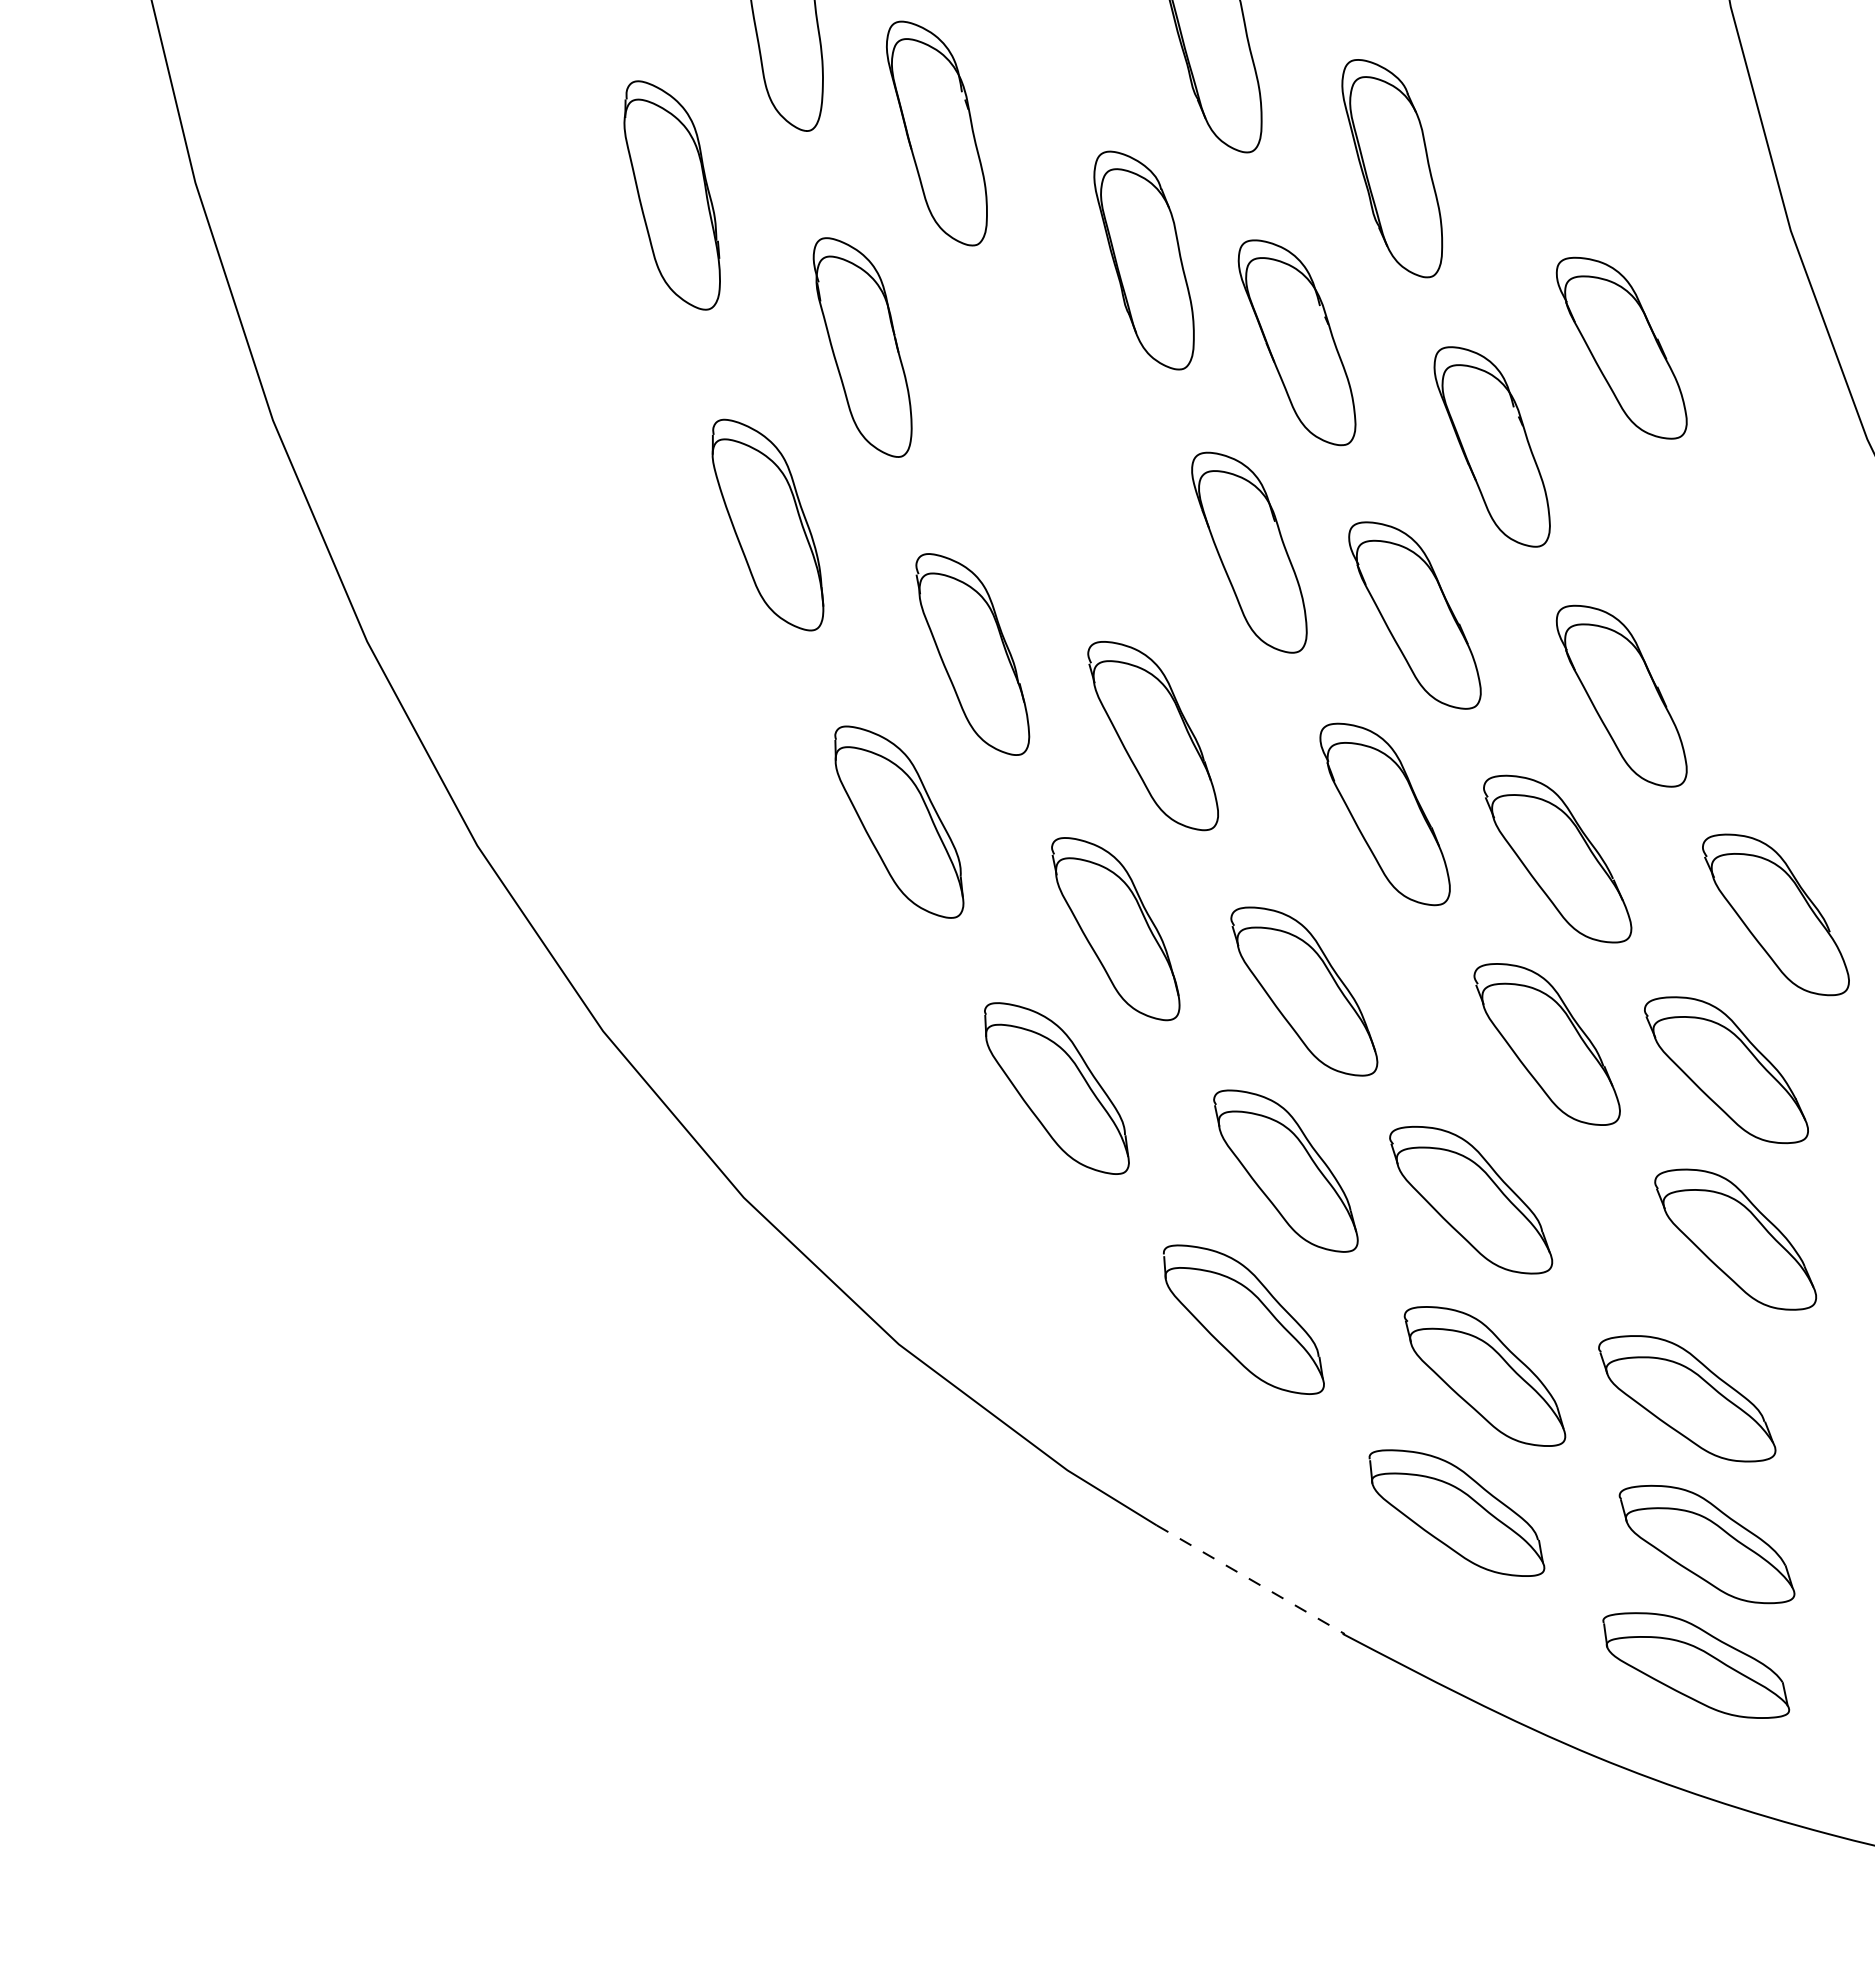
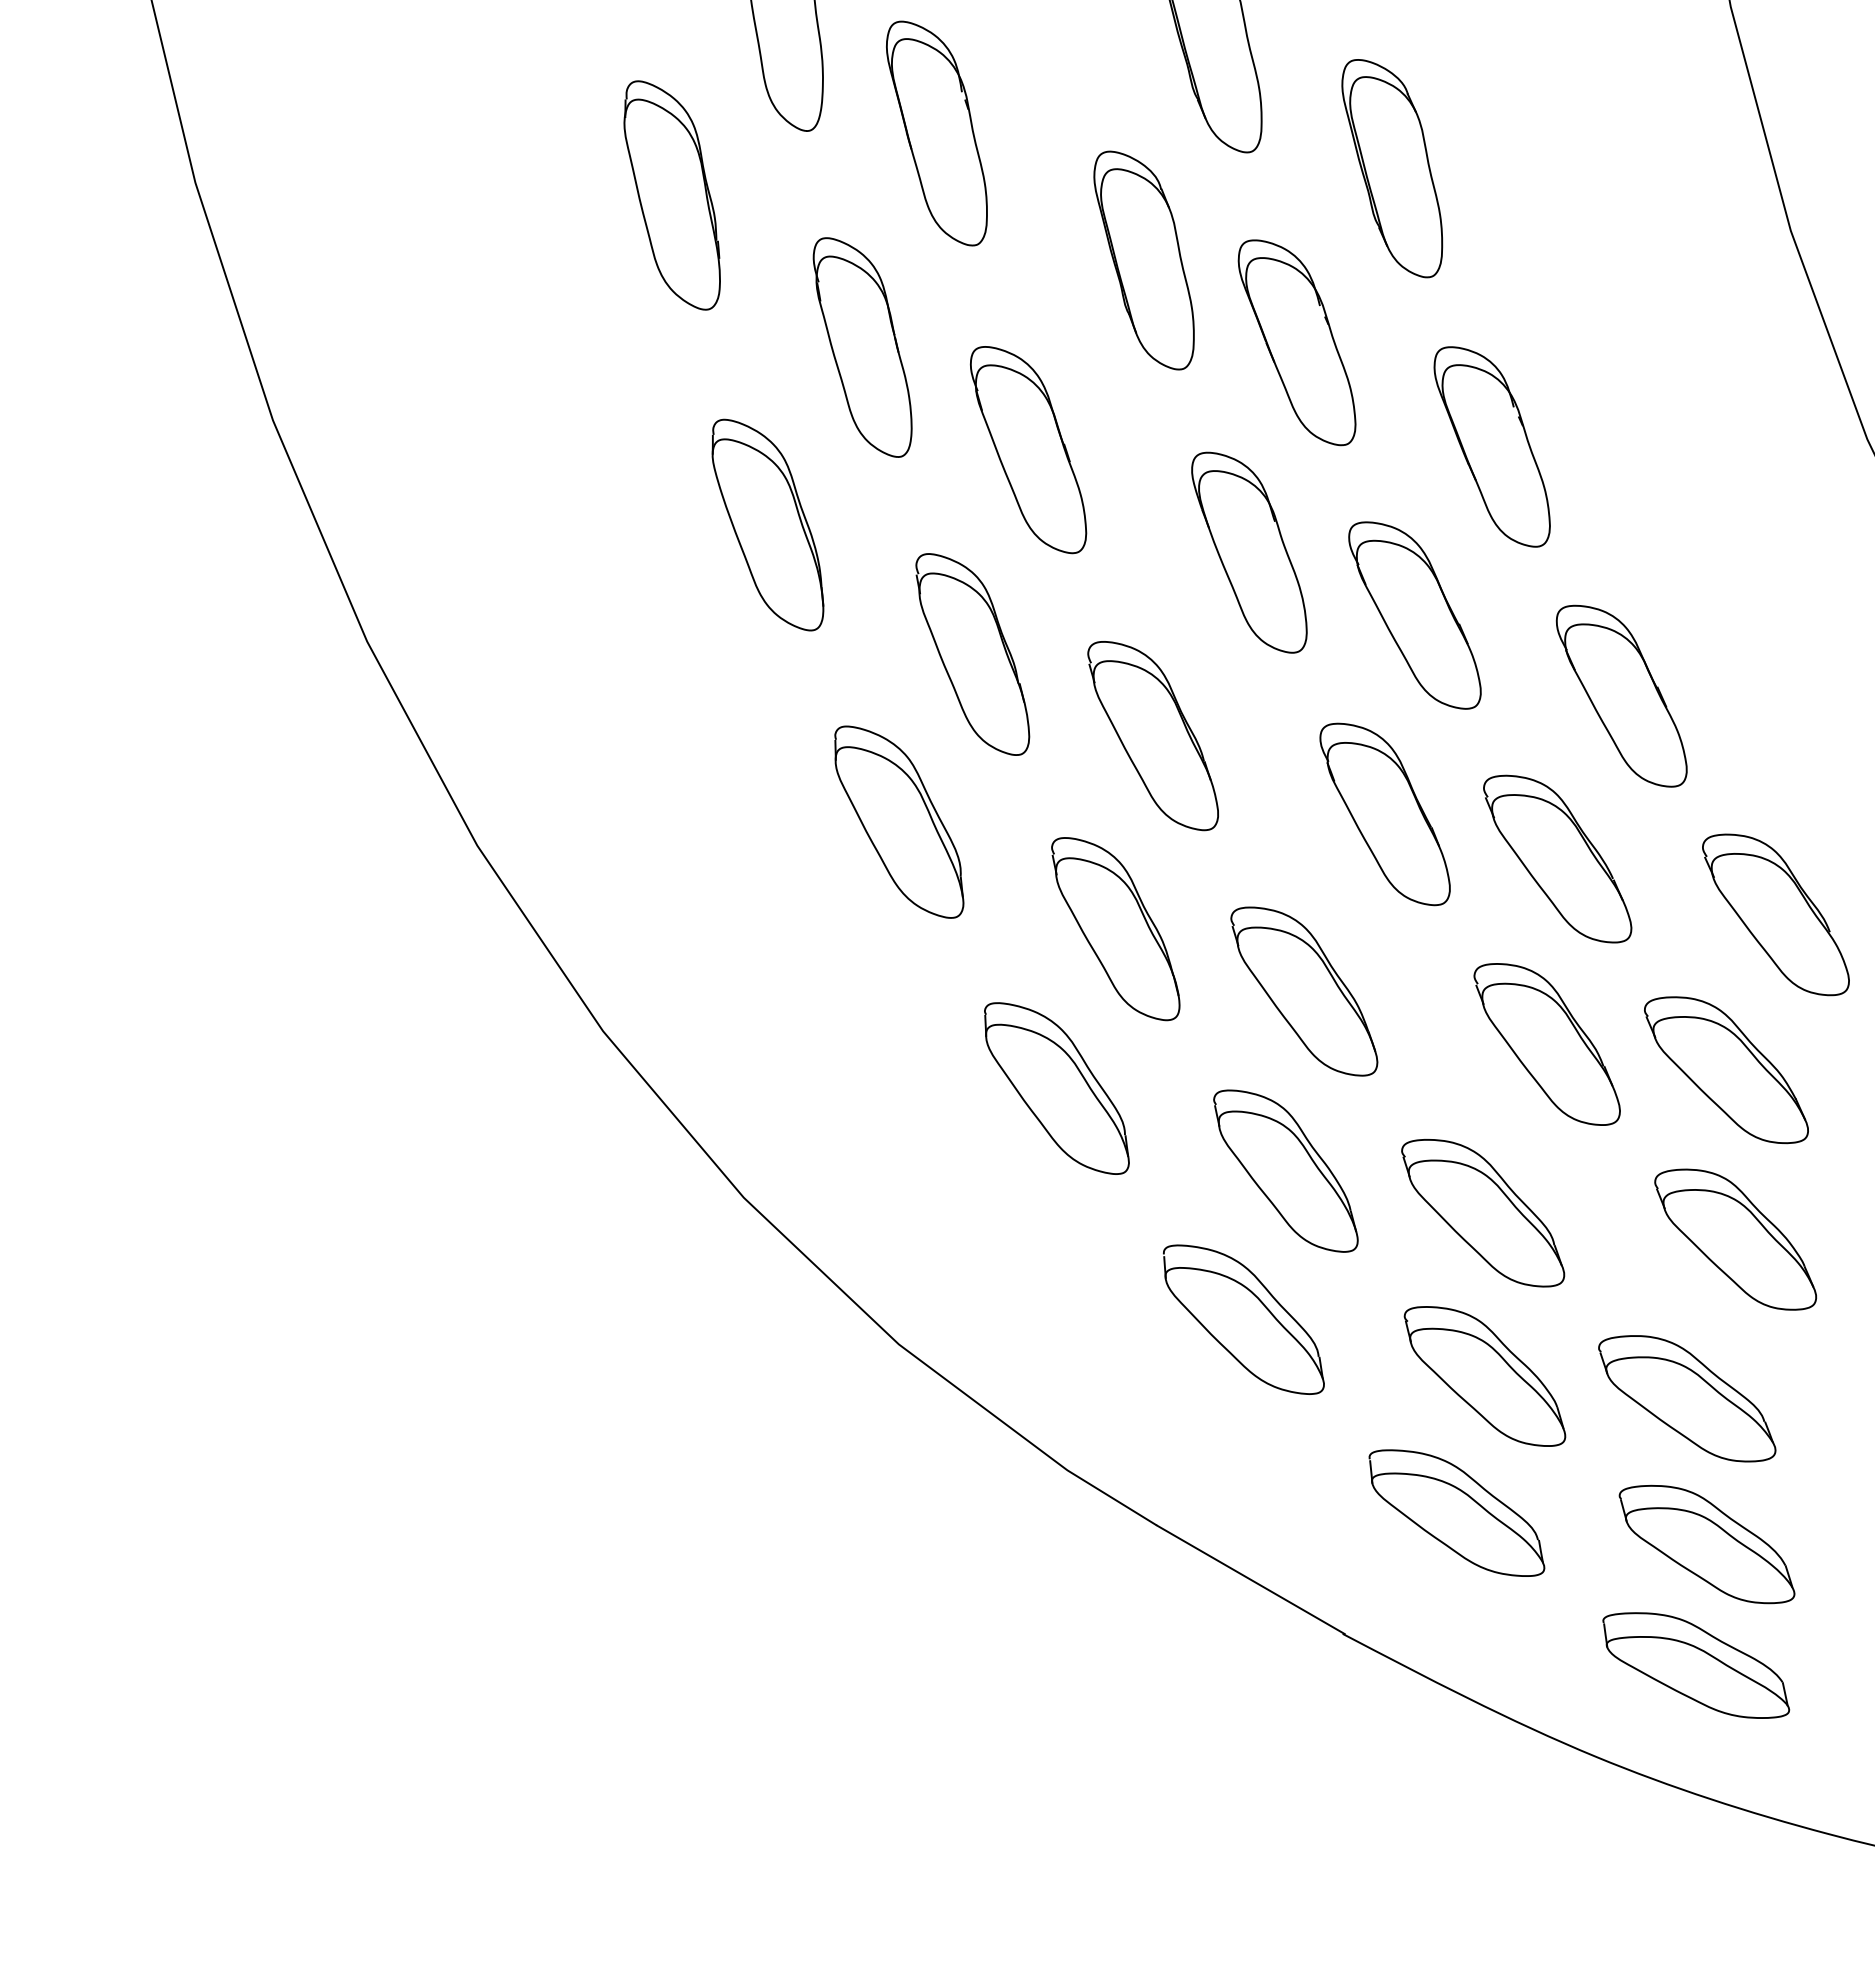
part at (1621, 347): present -> none
part at (1028, 450): none -> present
part at (1471, 1200) position: (1471, 1200) -> (1483, 1213)
line at (1251, 1579): dashed -> solid
